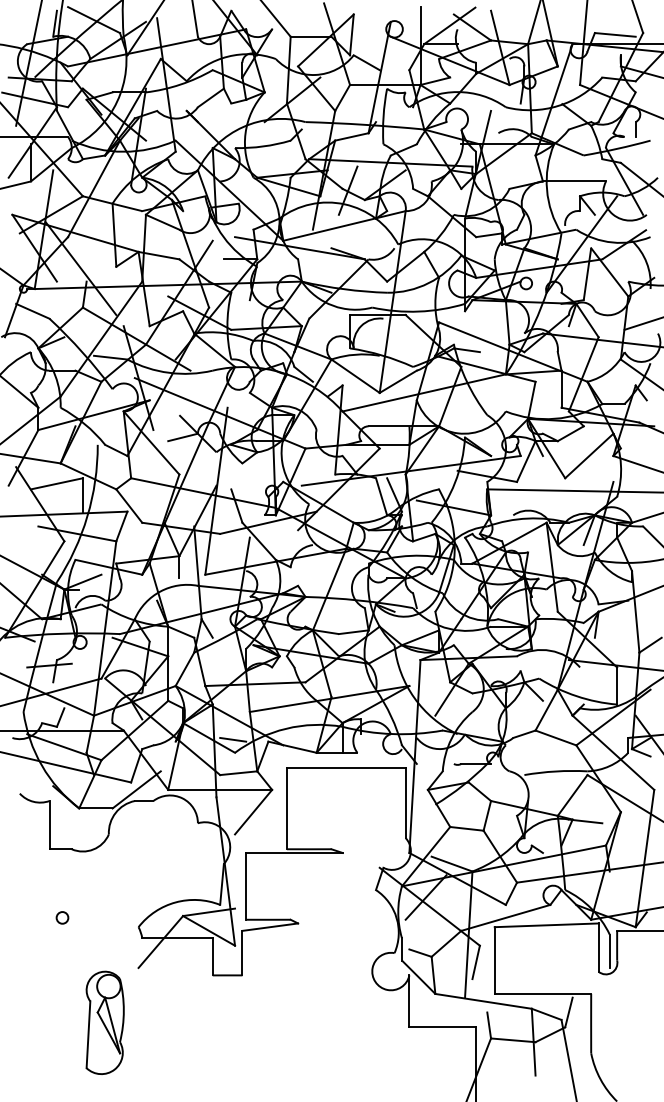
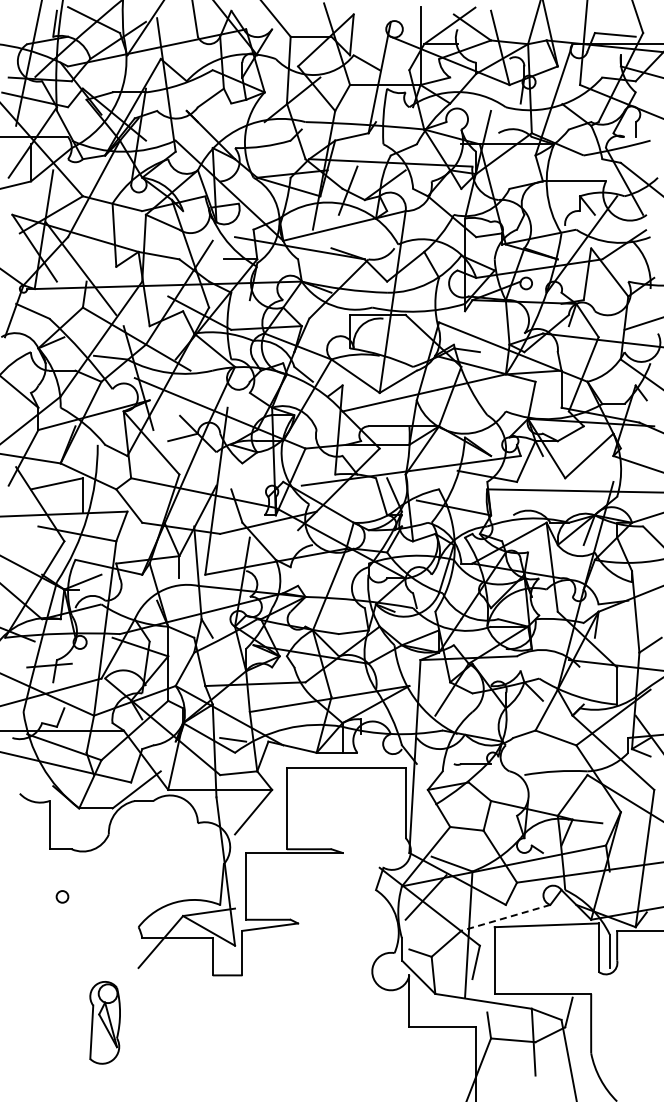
circle at (62, 917) position: (62, 917) -> (62, 896)
line at (505, 918): solid -> dashed
part at (104, 1022) size: 40x105 px -> 32x84 px
